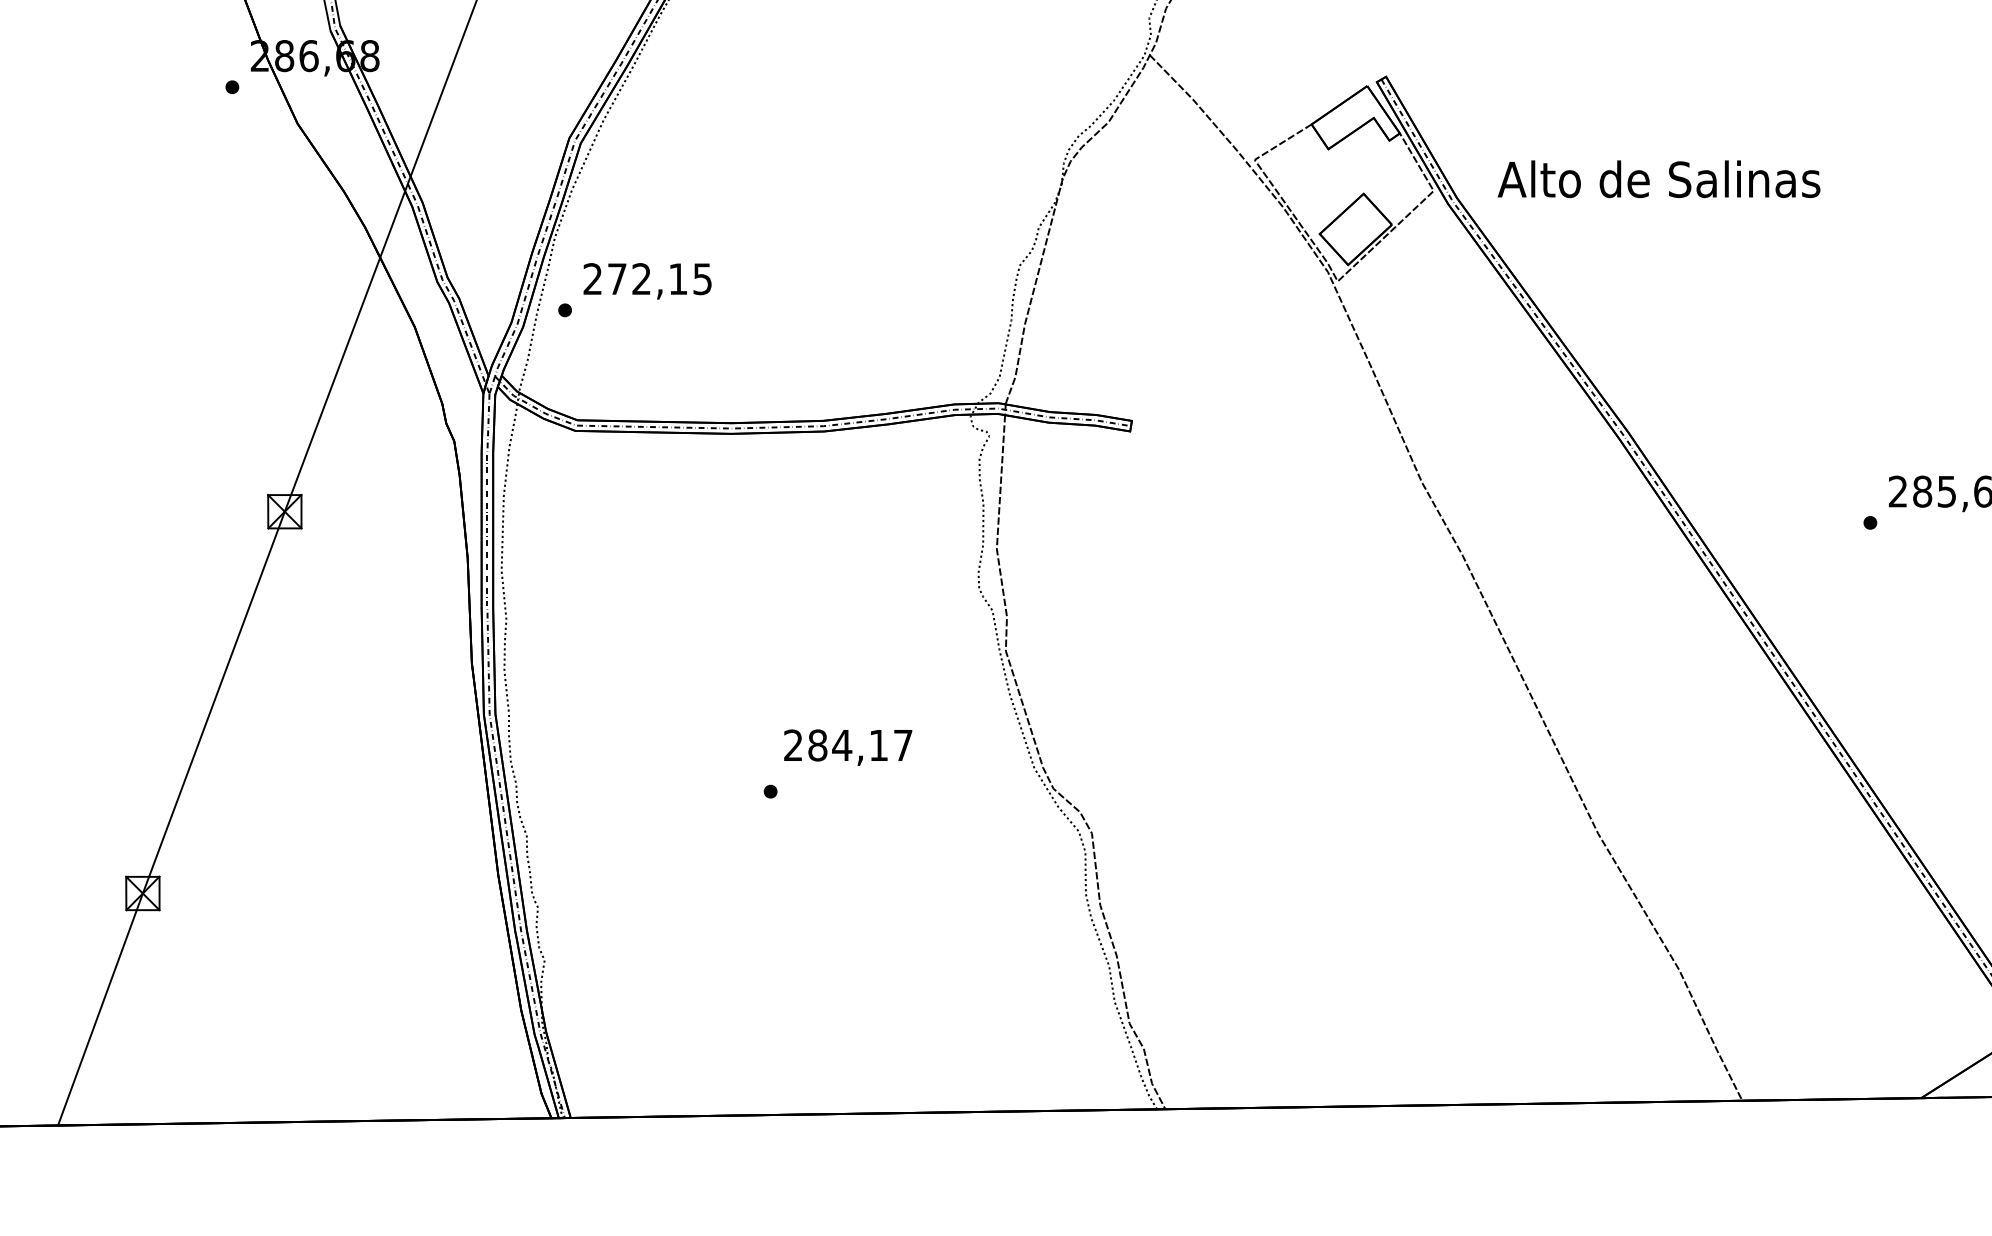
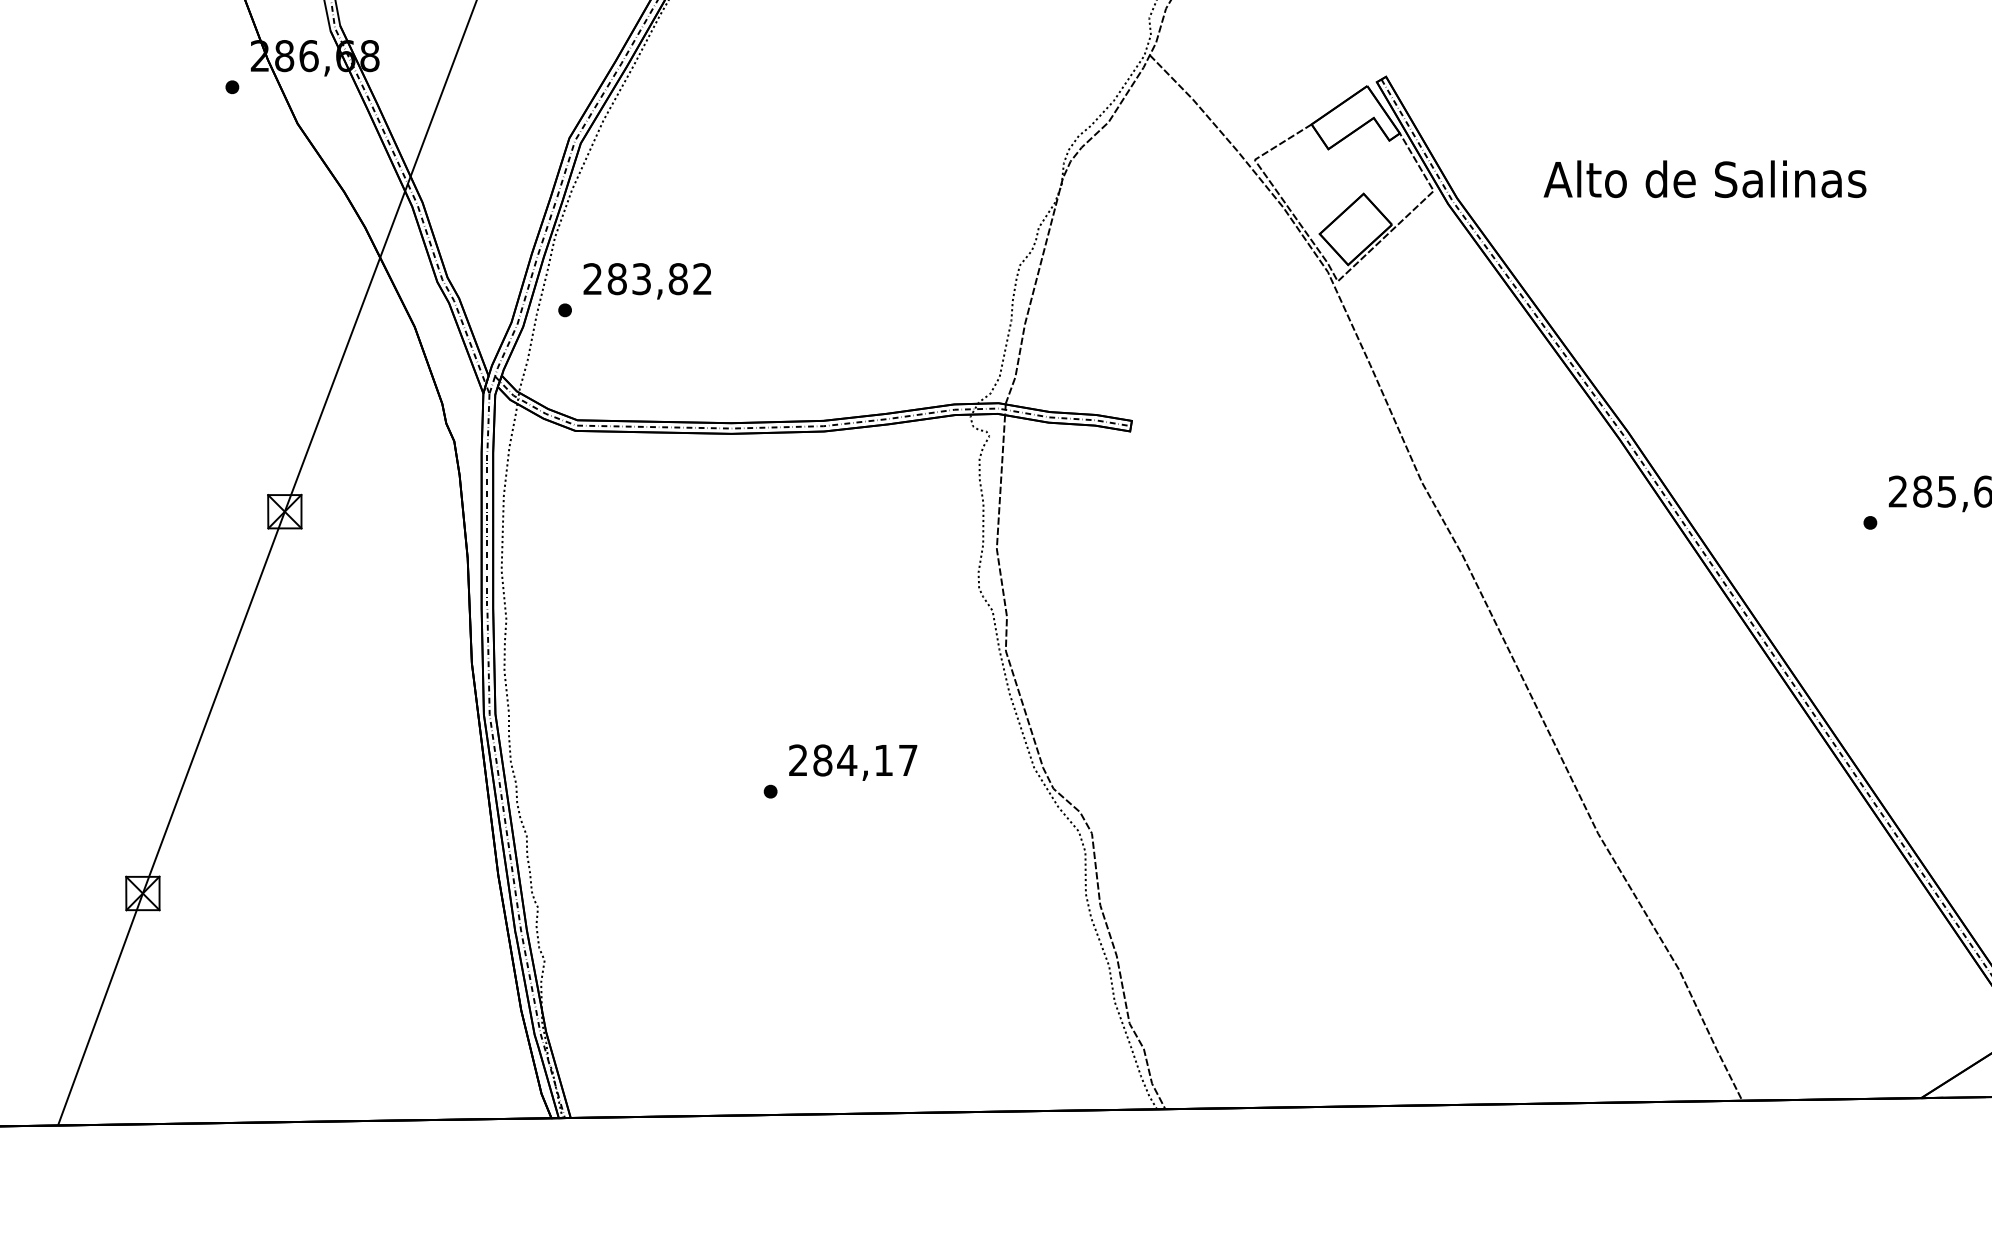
text at (1658, 179) position: (1658, 179) -> (1704, 179)
text at (659, 279): 272,15 -> 283,82
text at (848, 747) position: (848, 747) -> (853, 762)
